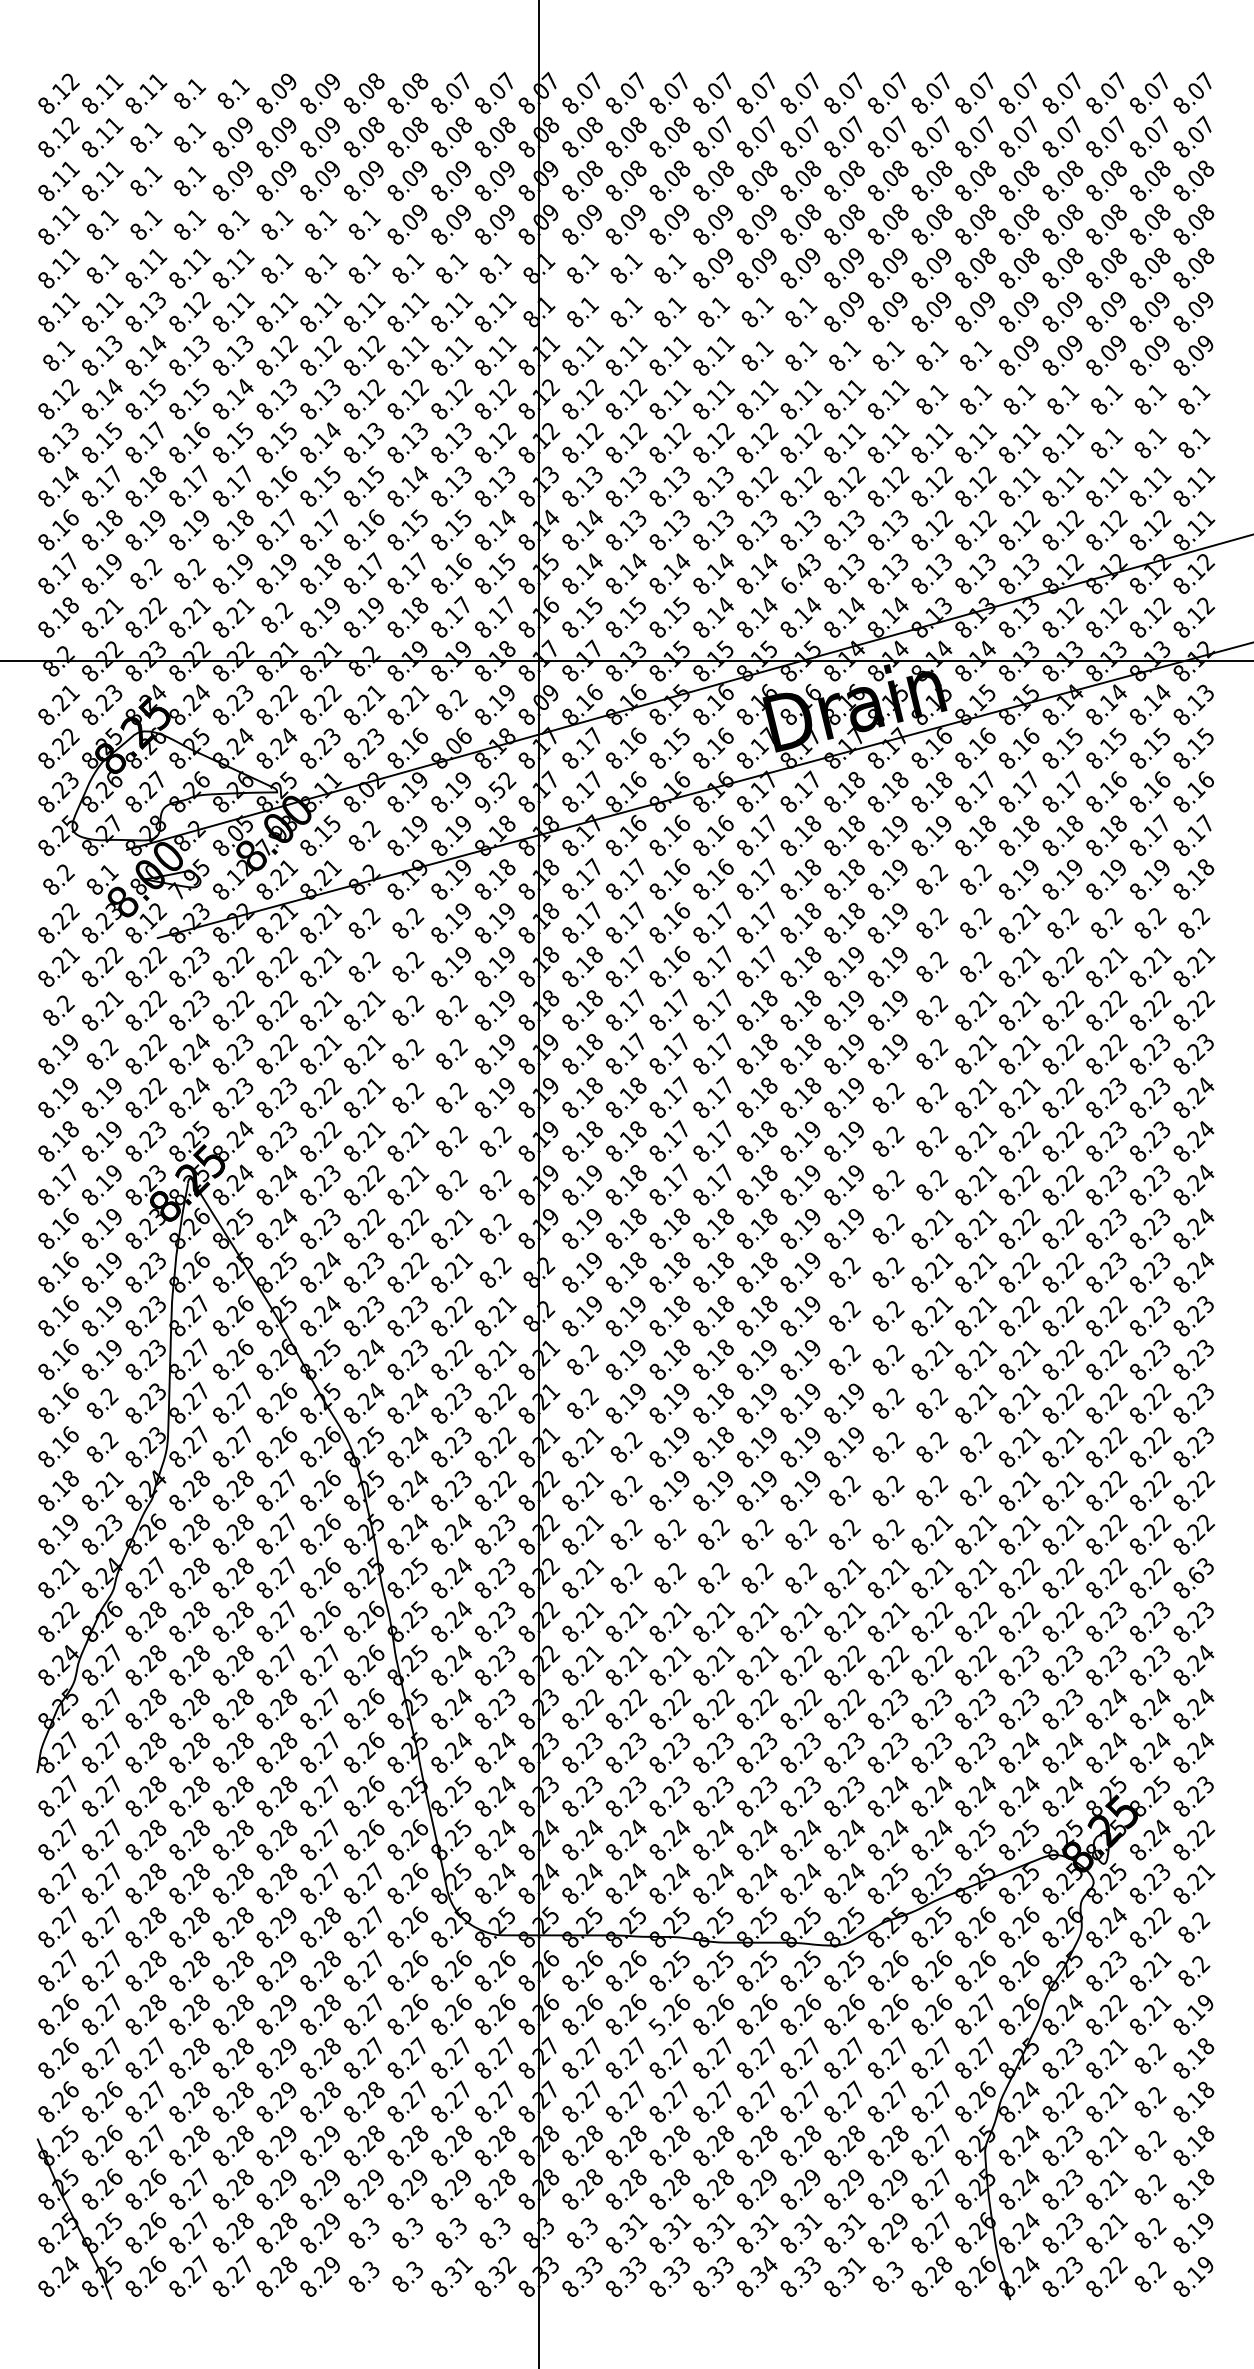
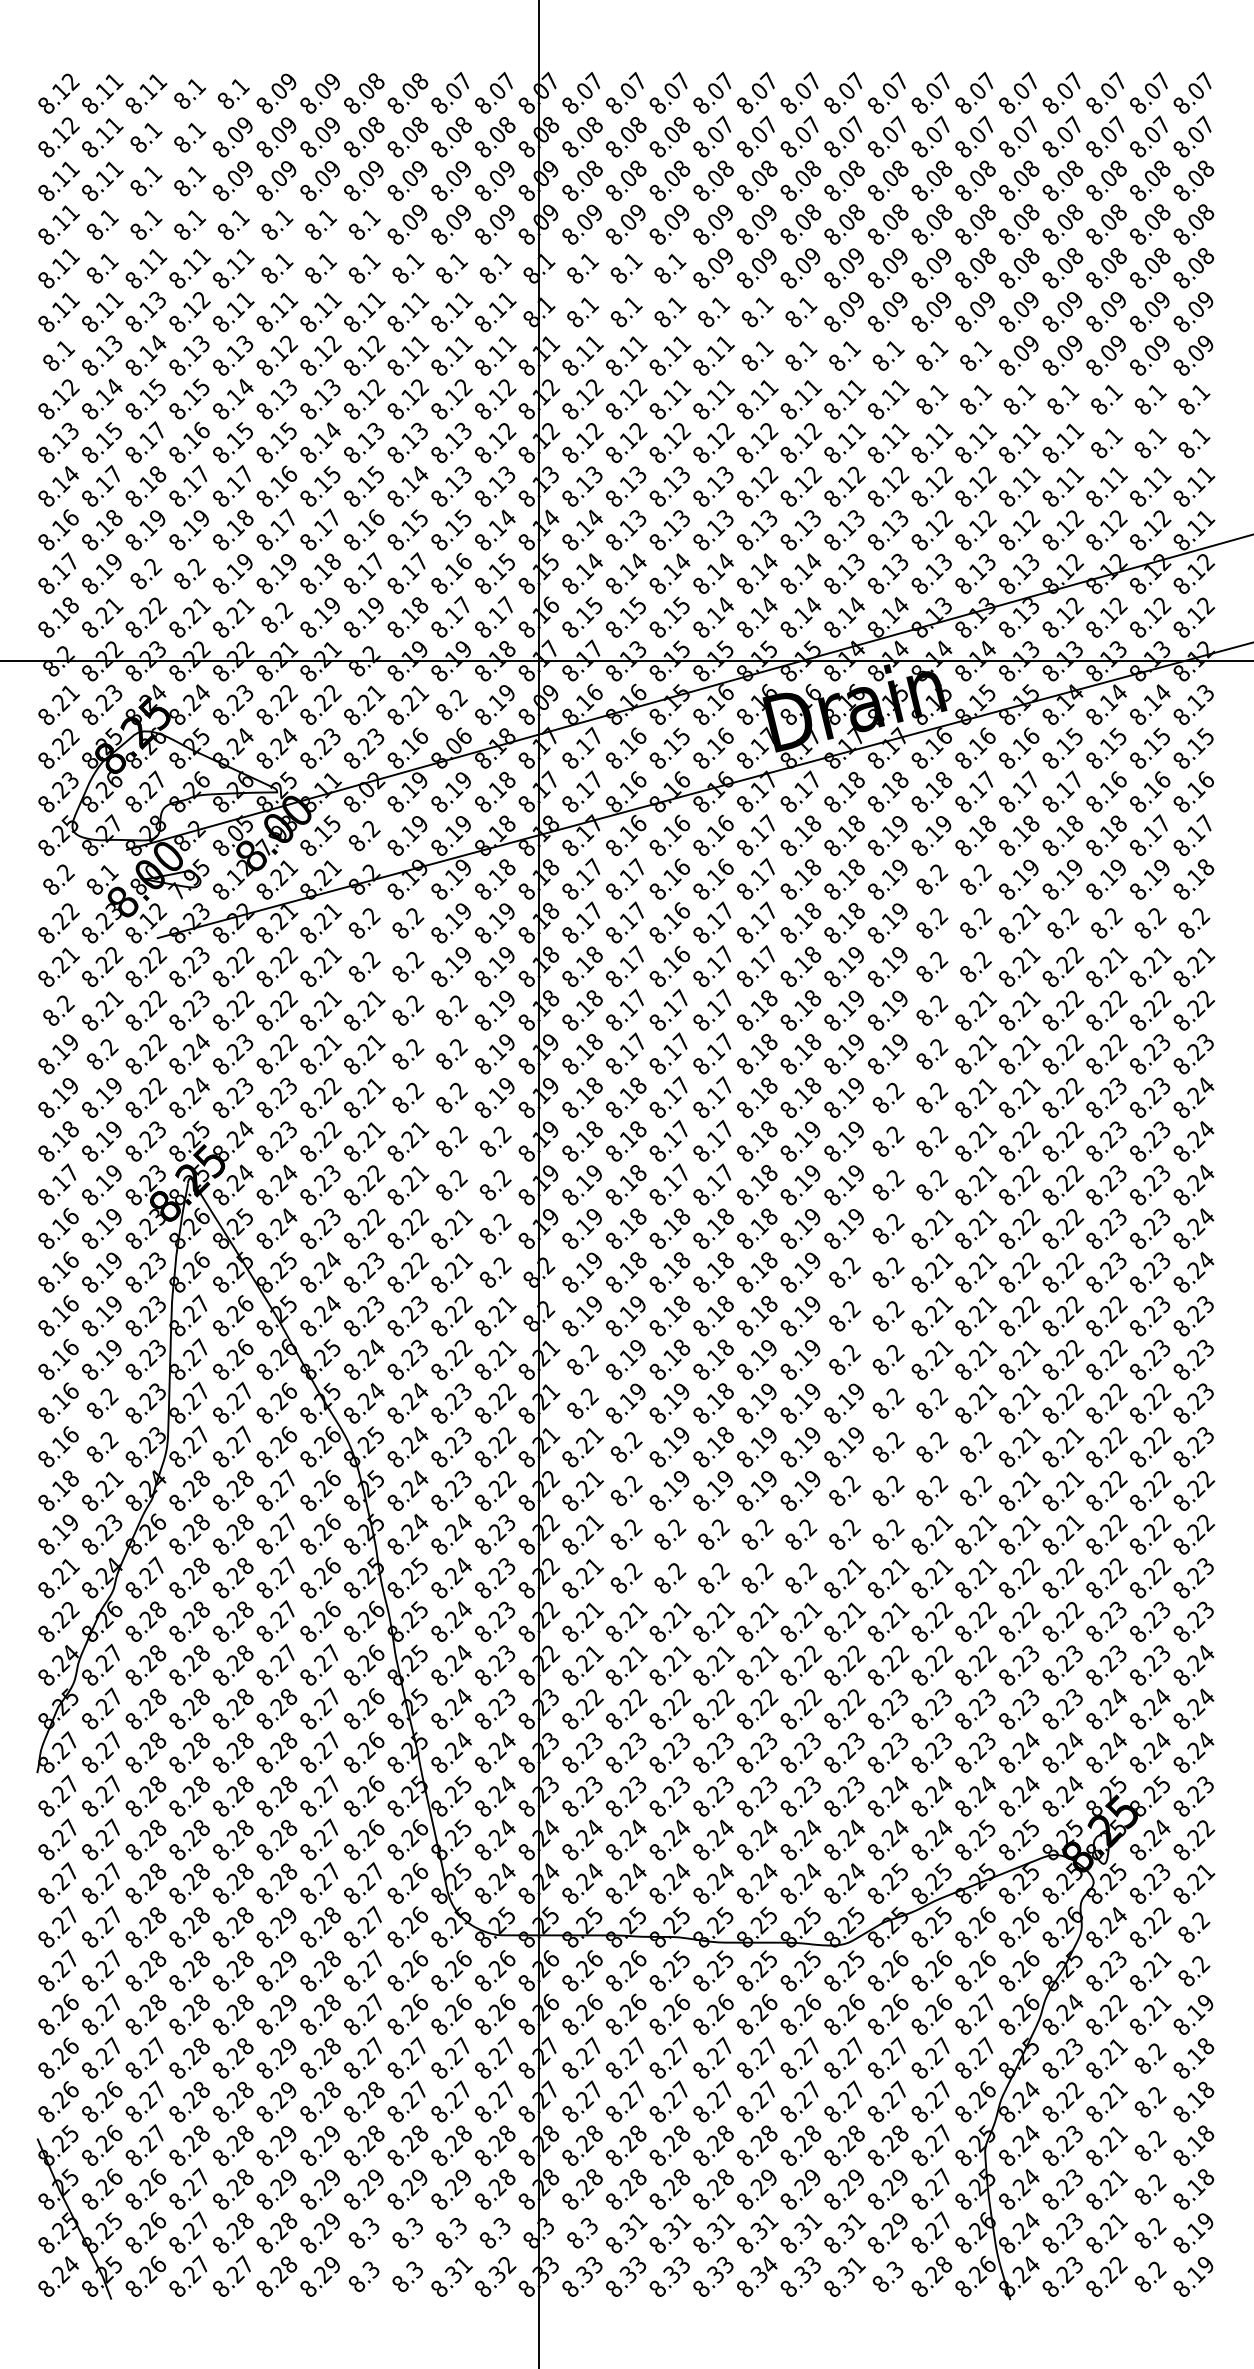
text at (800, 573): 6.43 -> 8.14
text at (495, 791): 9.52 -> 8.18
text at (1196, 1575): 8.63 -> 8.23
text at (656, 2027): 5.26 -> 8.26
